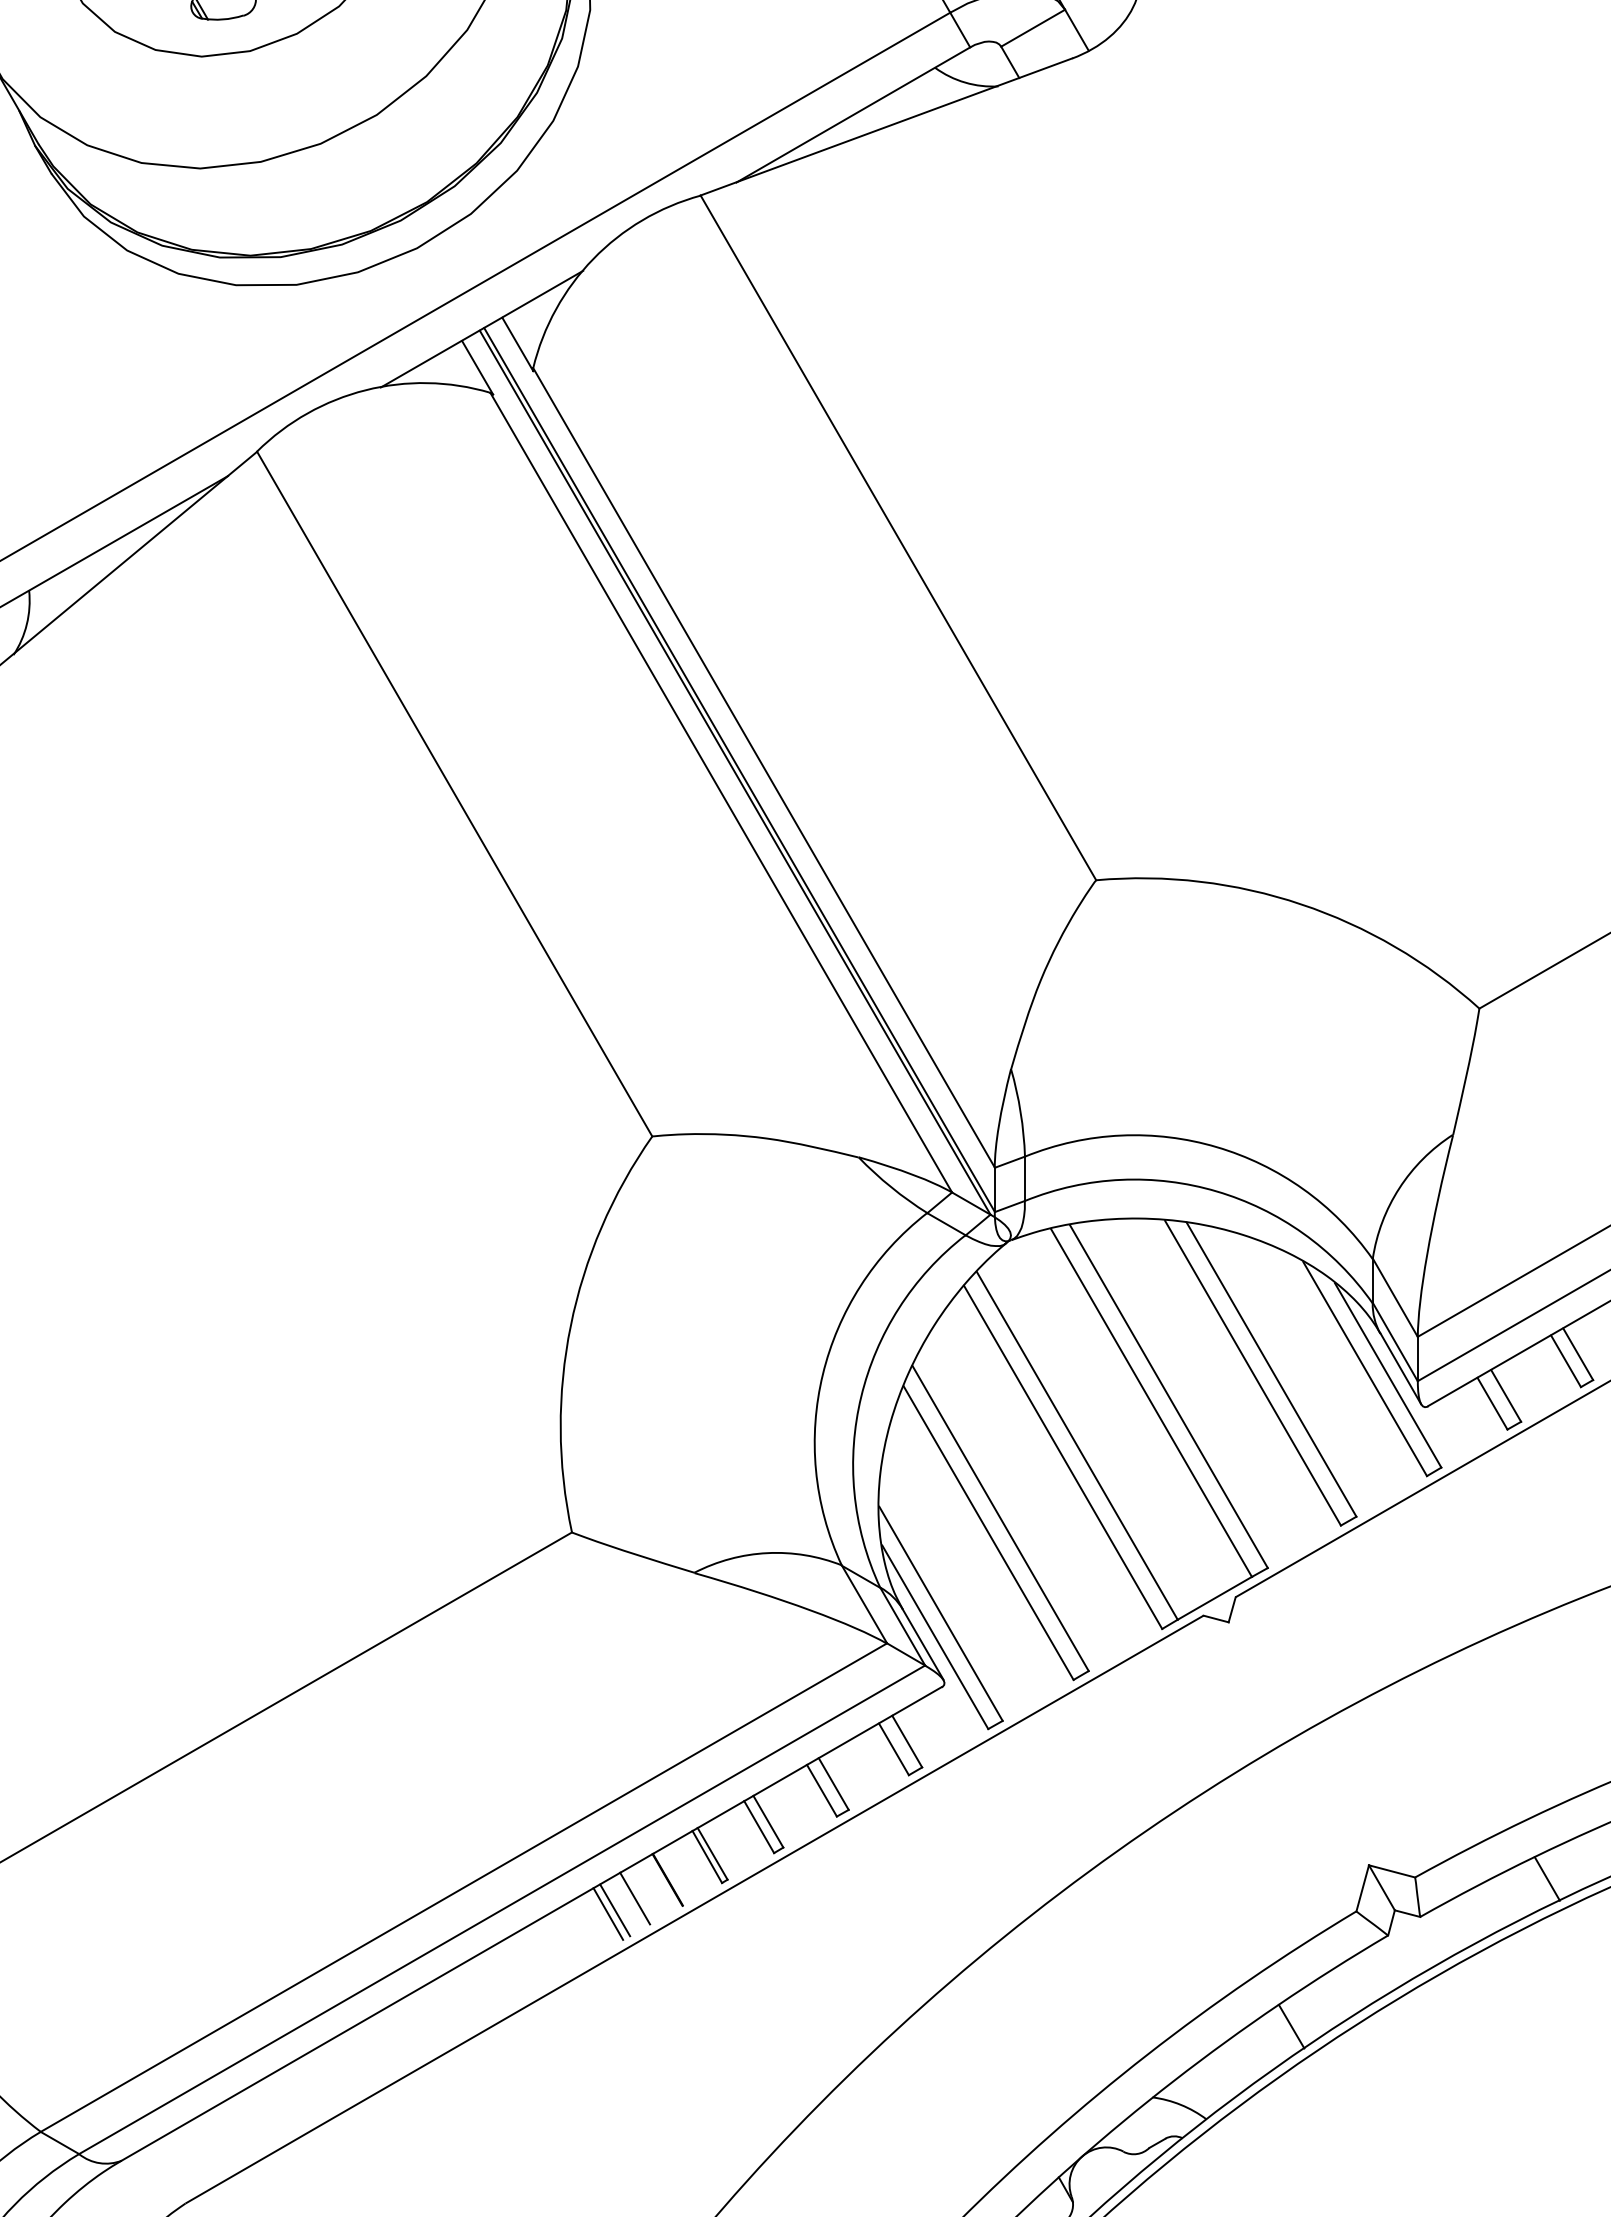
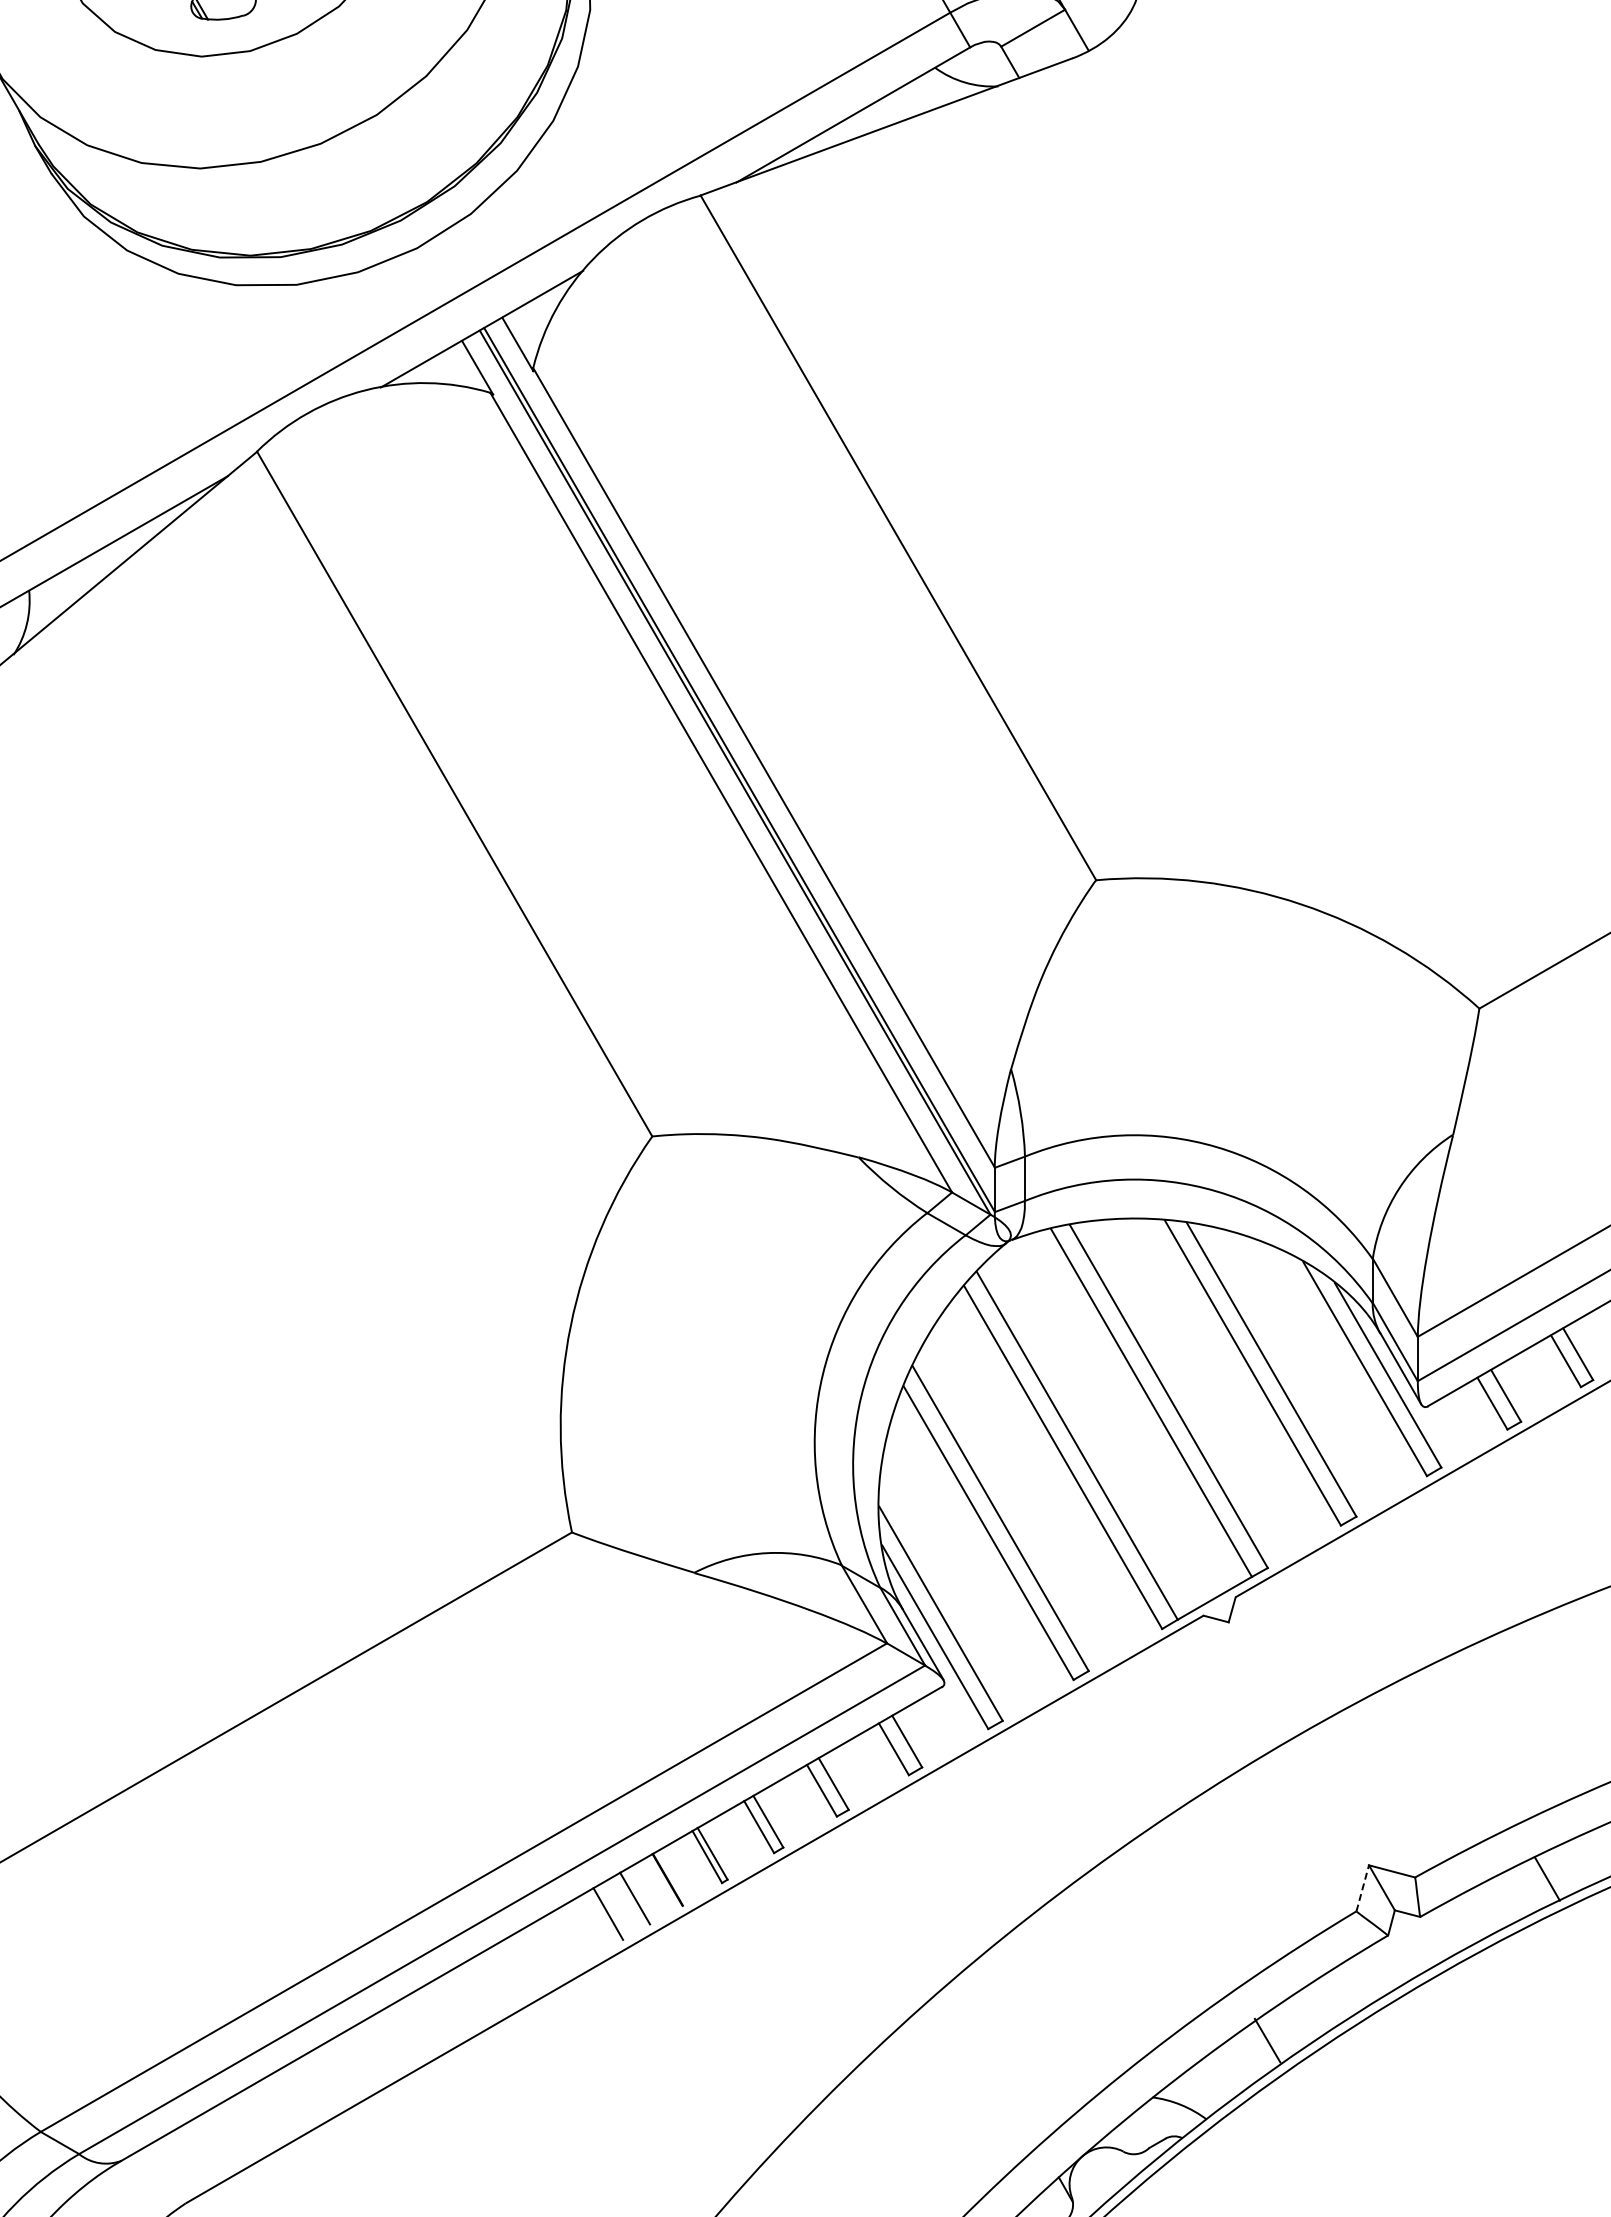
line at (1362, 1888): solid -> dashed
line at (615, 1910): present -> none
line at (1291, 2026) position: (1291, 2026) -> (1267, 2040)
